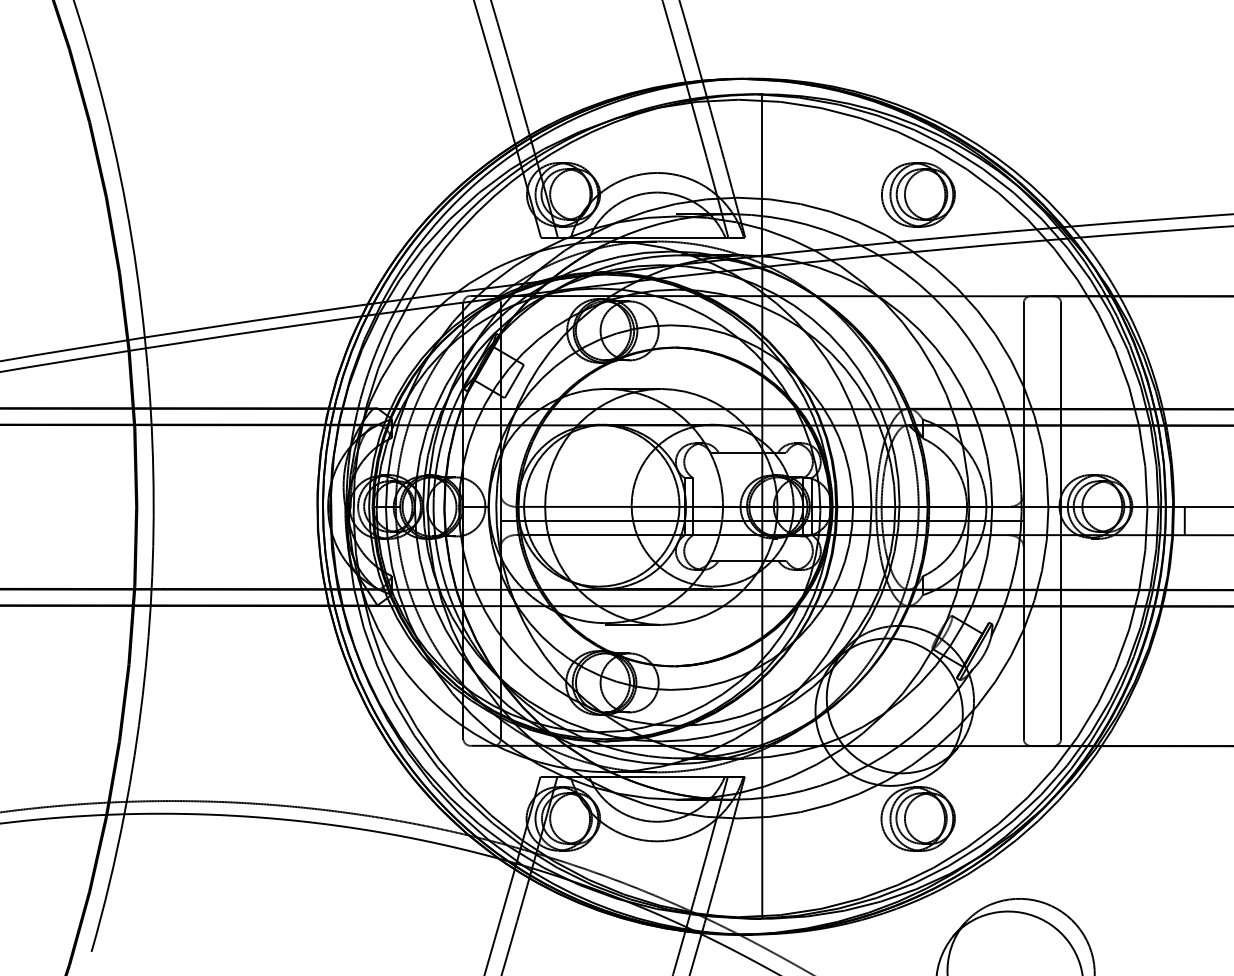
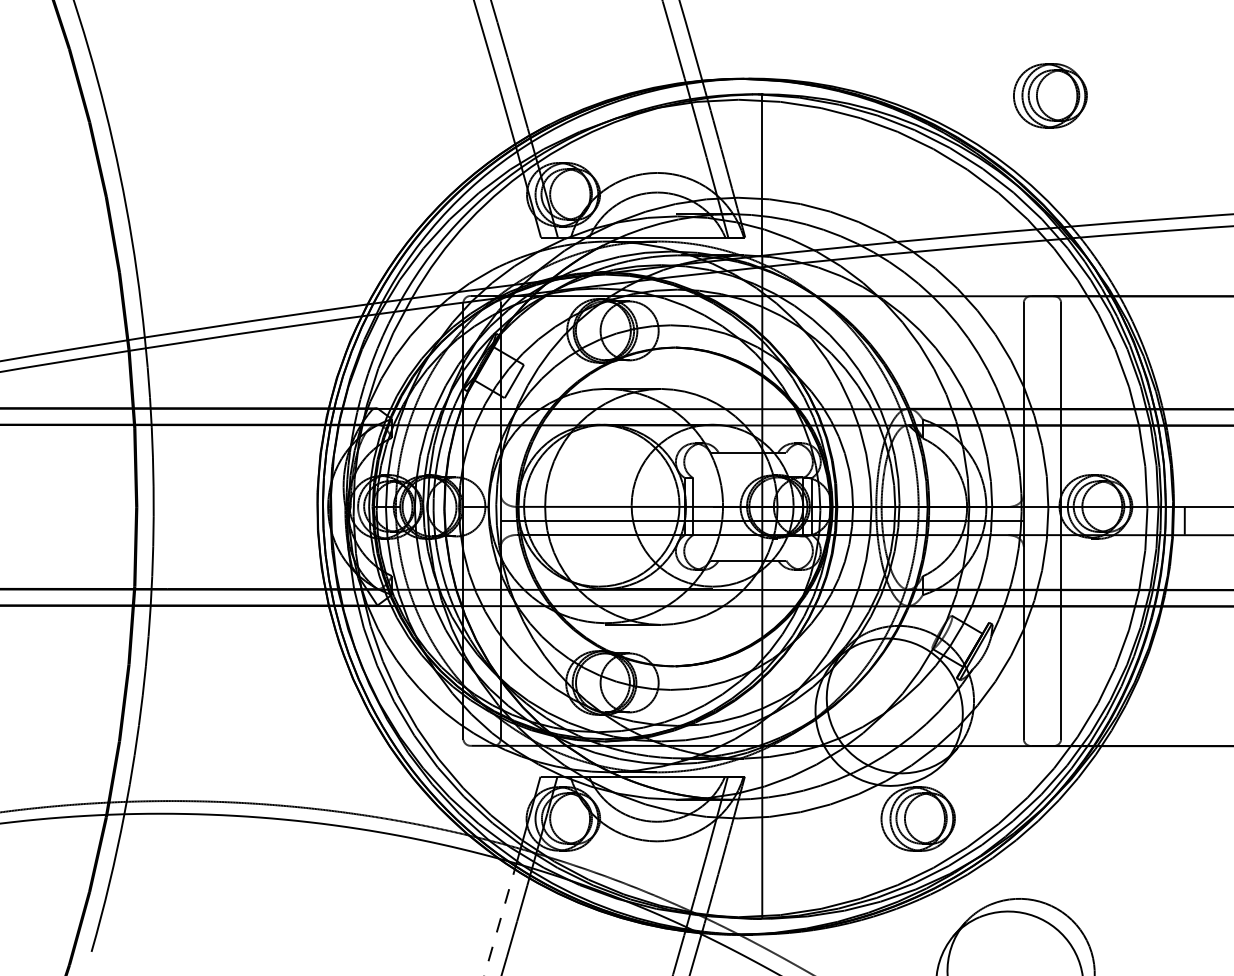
part at (918, 194) position: (918, 194) -> (1050, 95)
line at (499, 922): solid -> dashed
